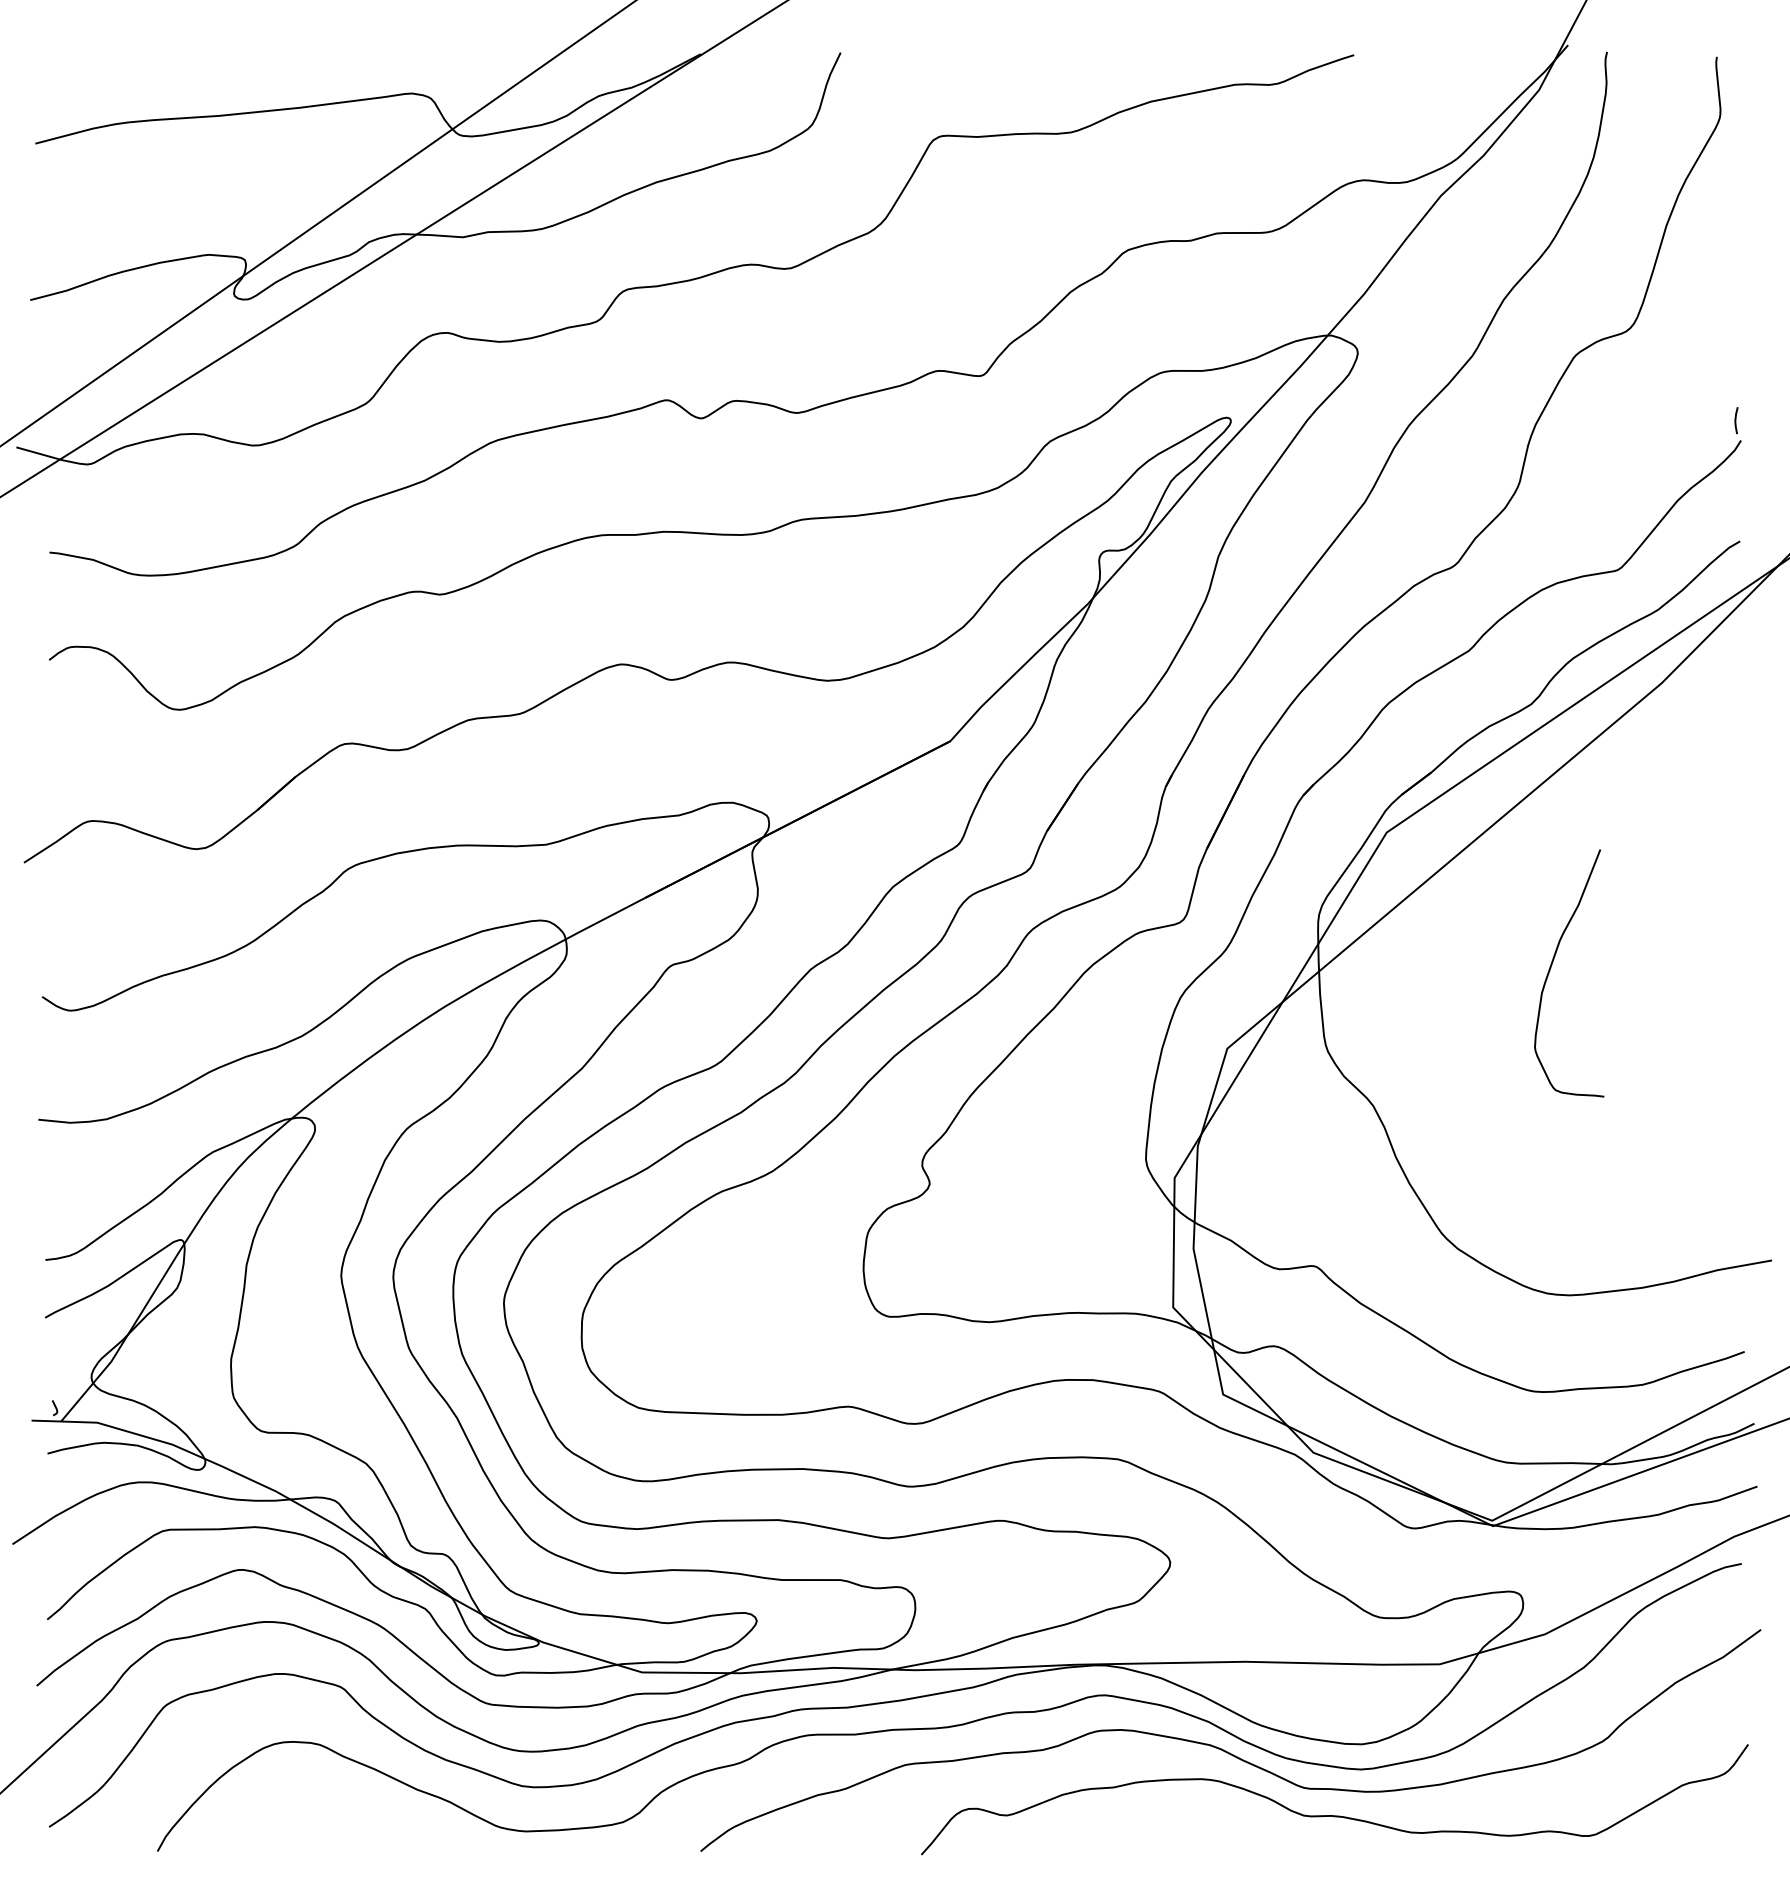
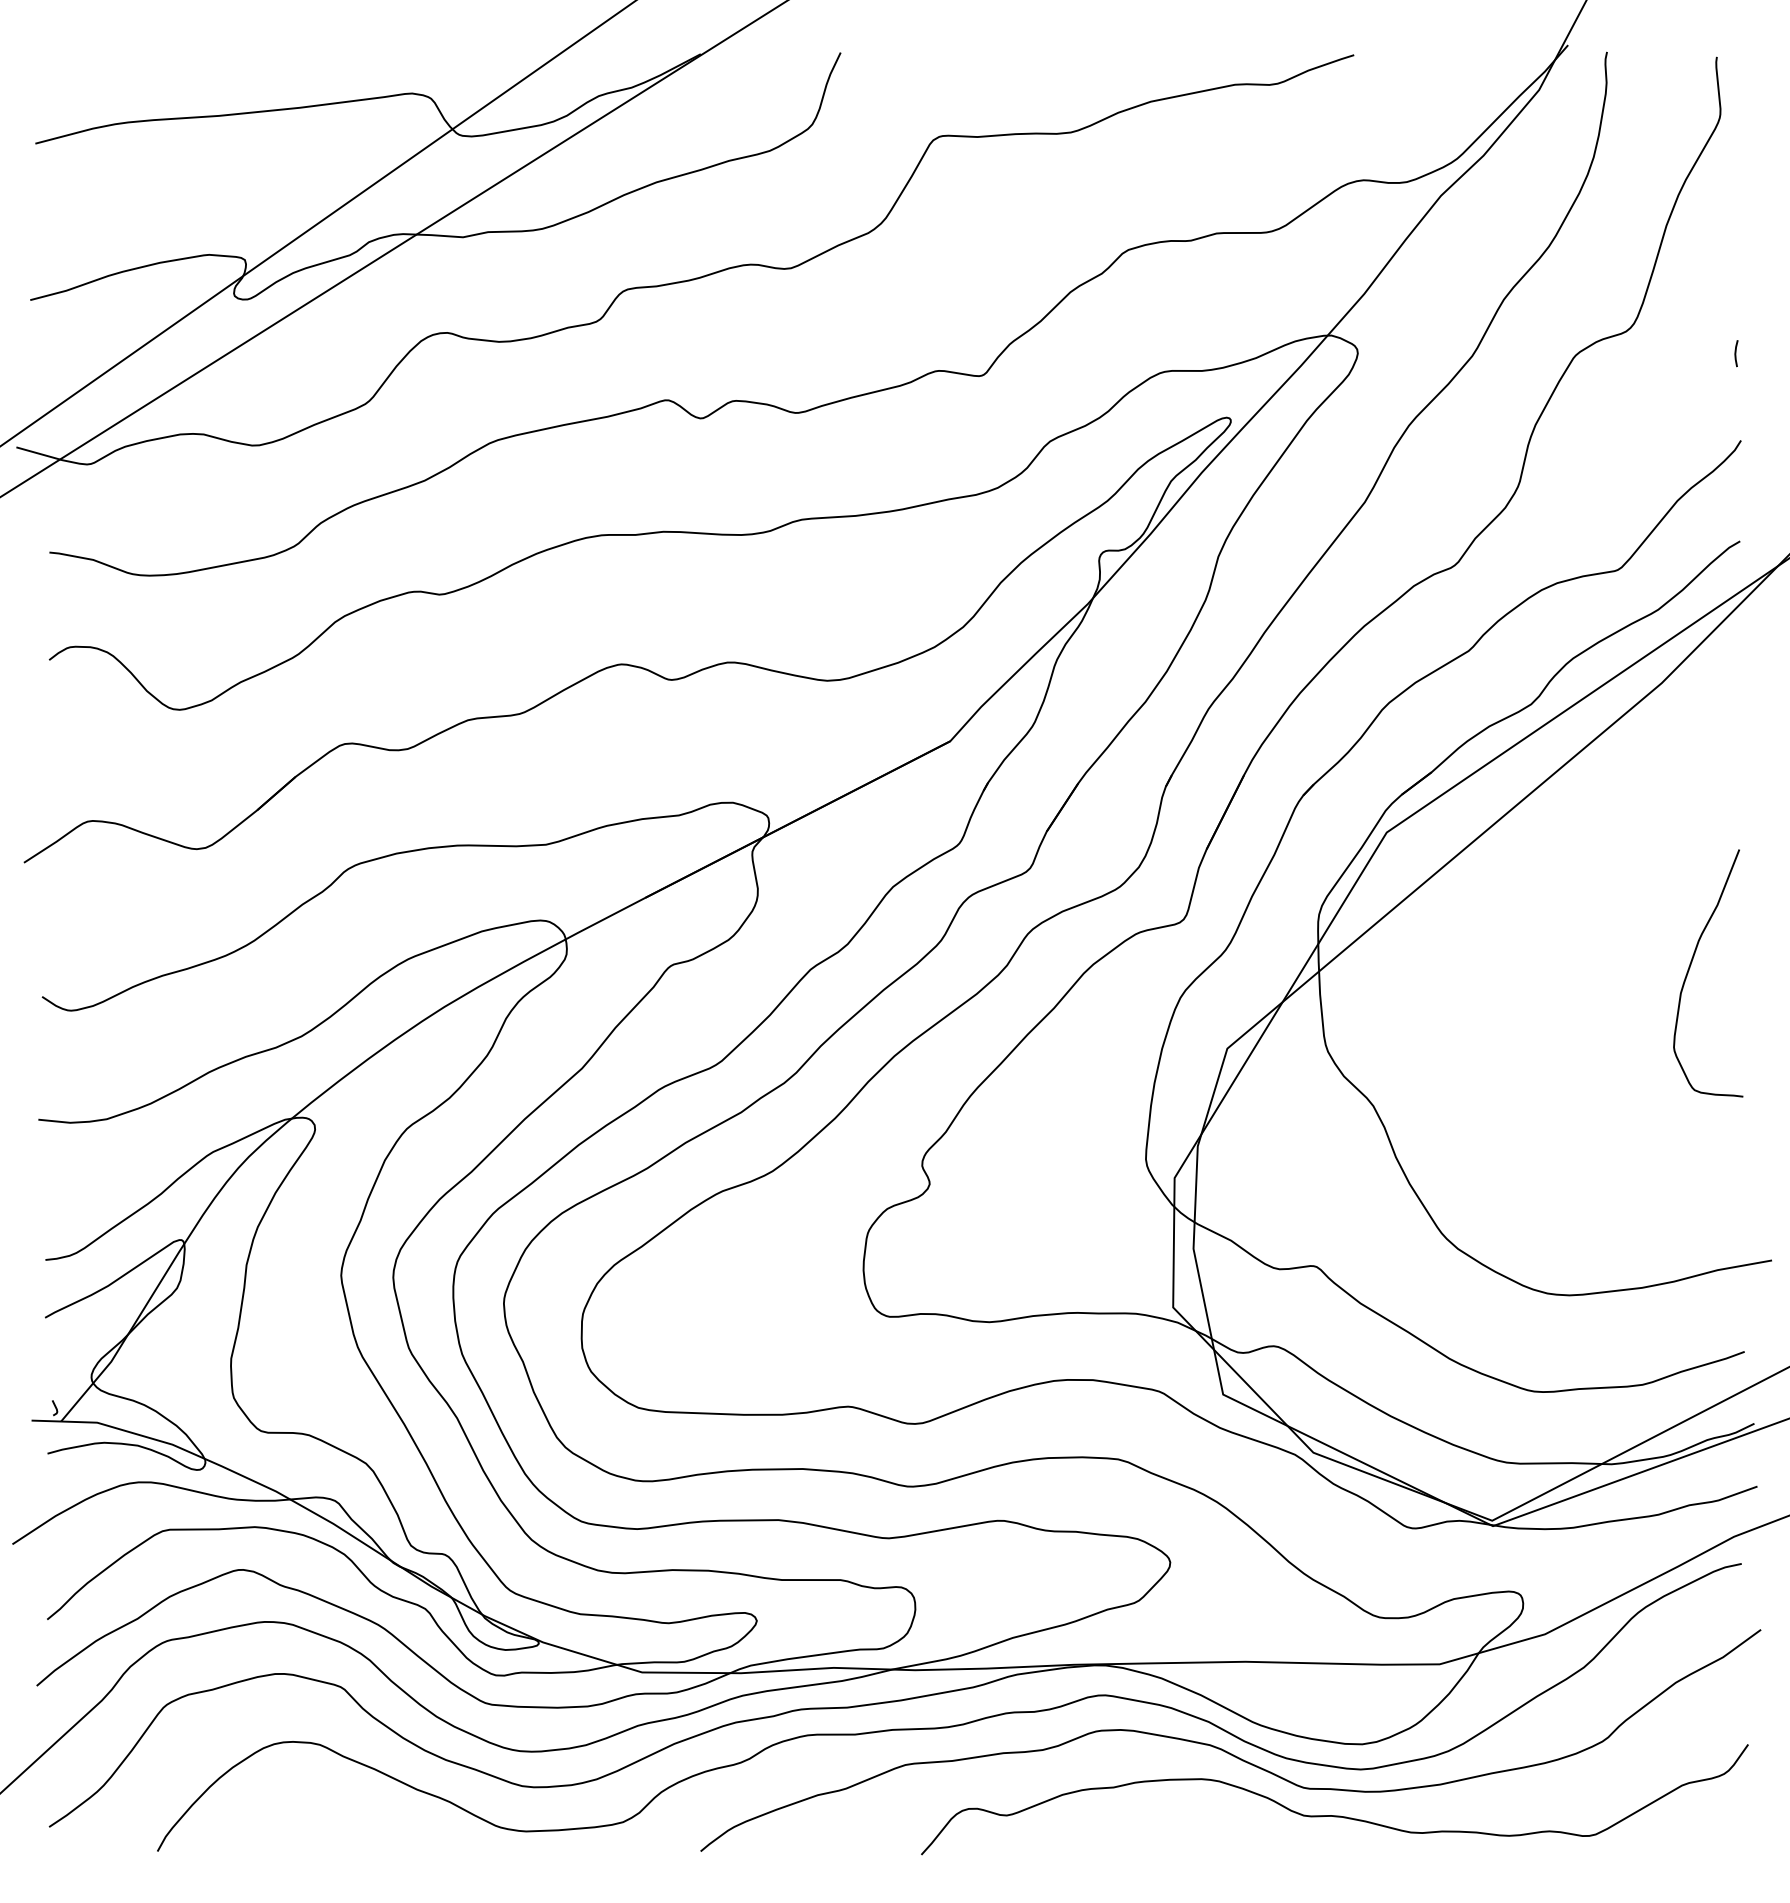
line at (1736, 420) position: (1736, 420) -> (1736, 353)
curve at (1551, 968) position: (1551, 968) -> (1690, 968)
